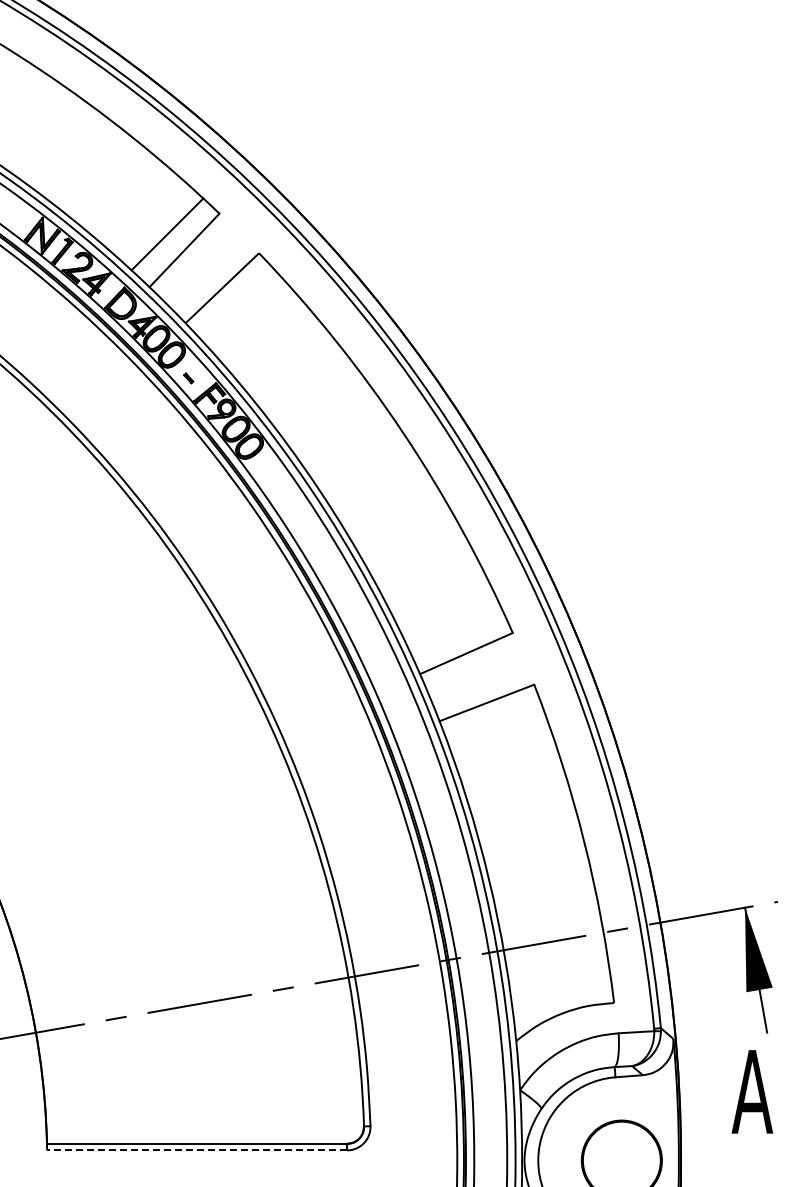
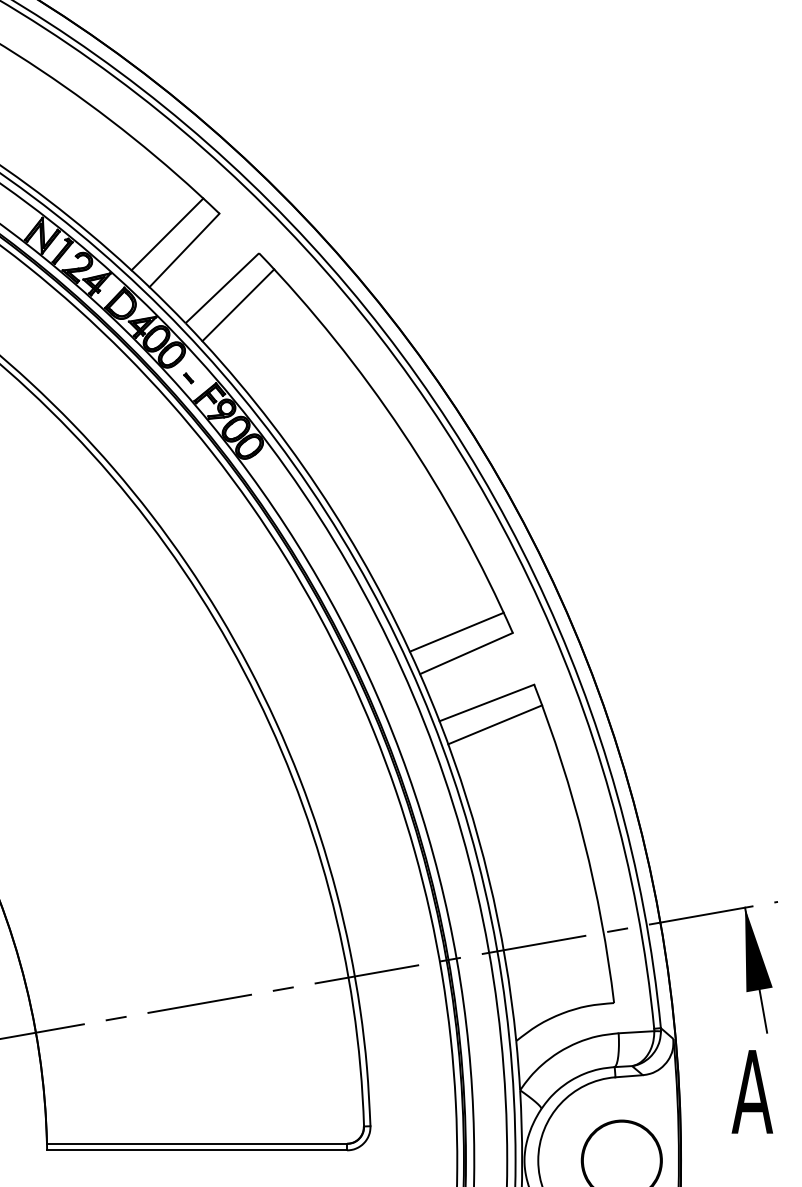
line at (238, 305): none -> present
line at (456, 631): none -> present
line at (495, 724): none -> present
line at (196, 1150): dashed -> solid
